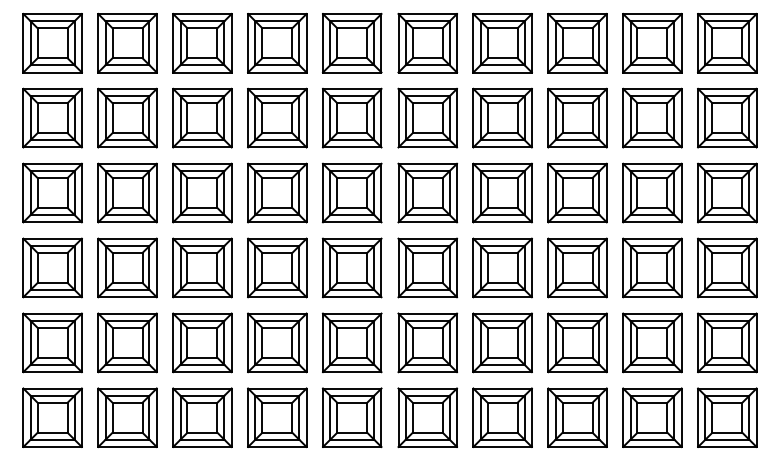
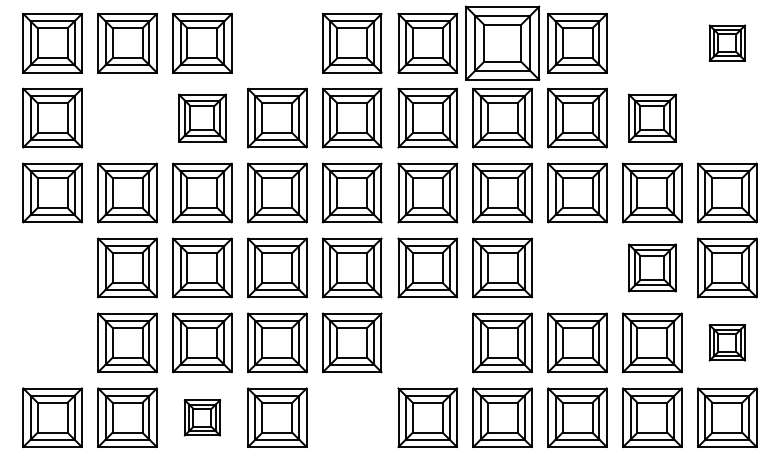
part at (277, 42): present -> none
part at (502, 42) size: 61x62 px -> 76x76 px
part at (652, 42): present -> none
part at (727, 42) size: 61x62 px -> 38x38 px
part at (127, 117): present -> none
part at (202, 117) size: 61x62 px -> 49x50 px
part at (652, 117) size: 61x62 px -> 49x50 px
part at (727, 117): present -> none
part at (52, 267): present -> none
part at (577, 267): present -> none
part at (652, 267) size: 61x62 px -> 49x50 px
part at (52, 342): present -> none
part at (427, 342): present -> none
part at (727, 342) size: 61x62 px -> 38x38 px
part at (202, 417) size: 61x62 px -> 39x38 px
part at (351, 417): present -> none
